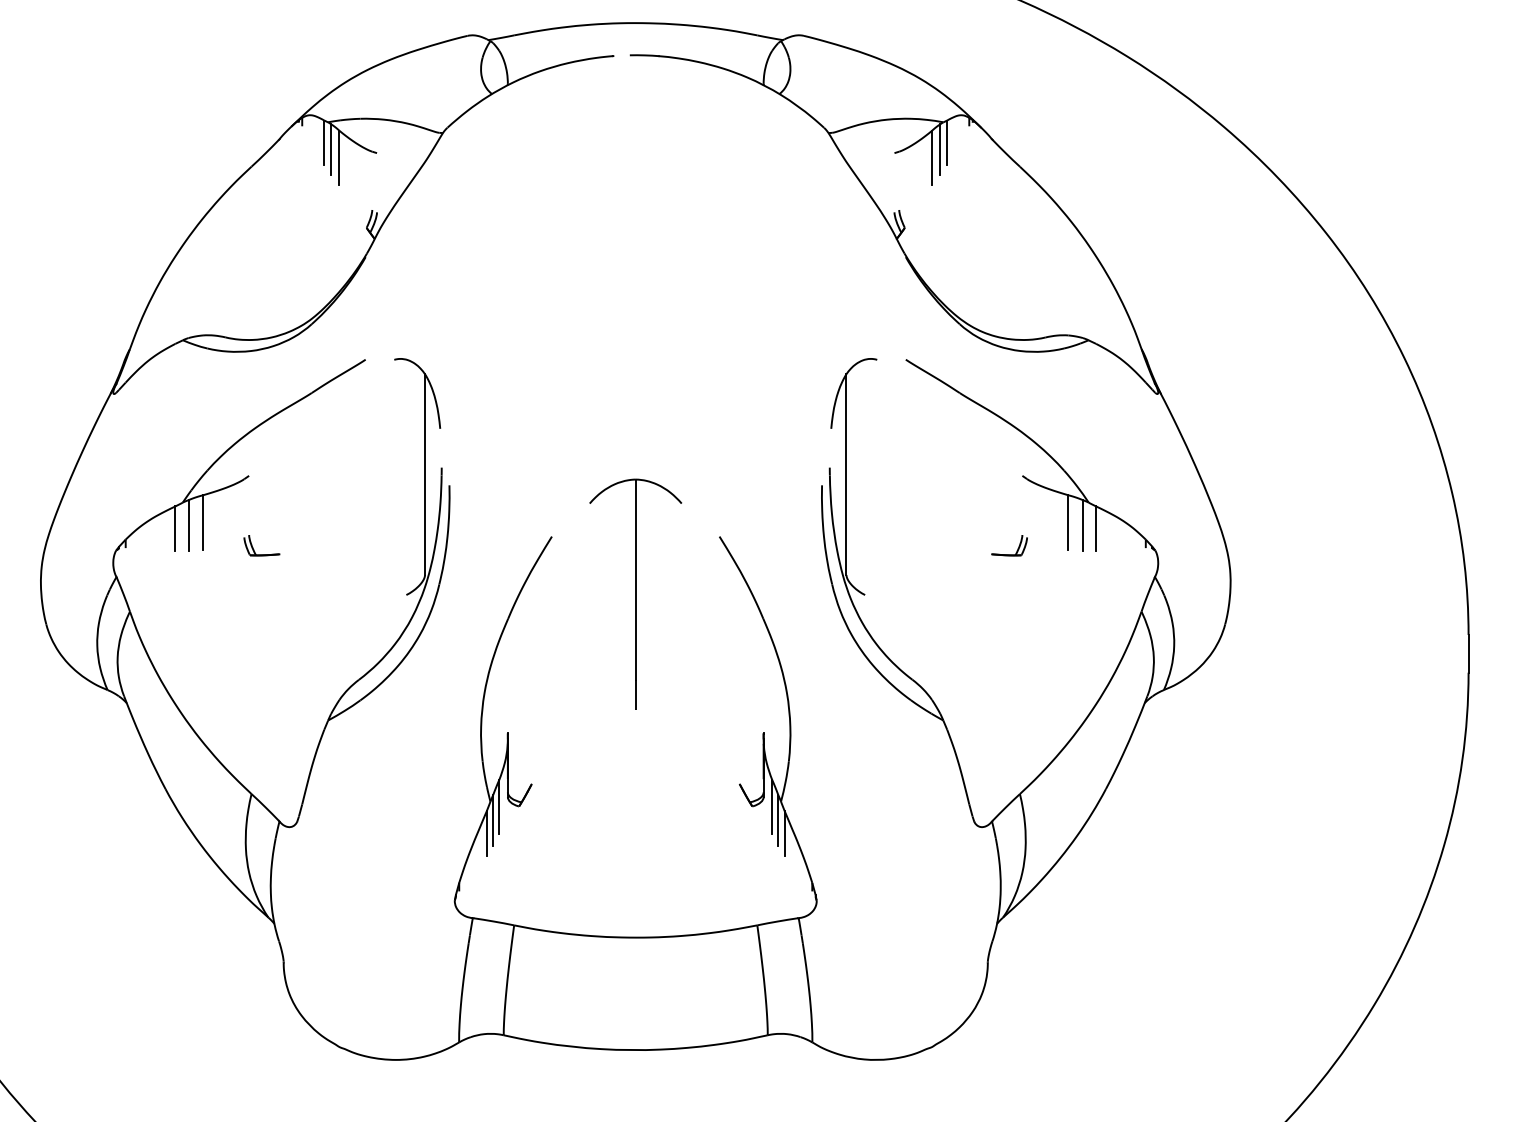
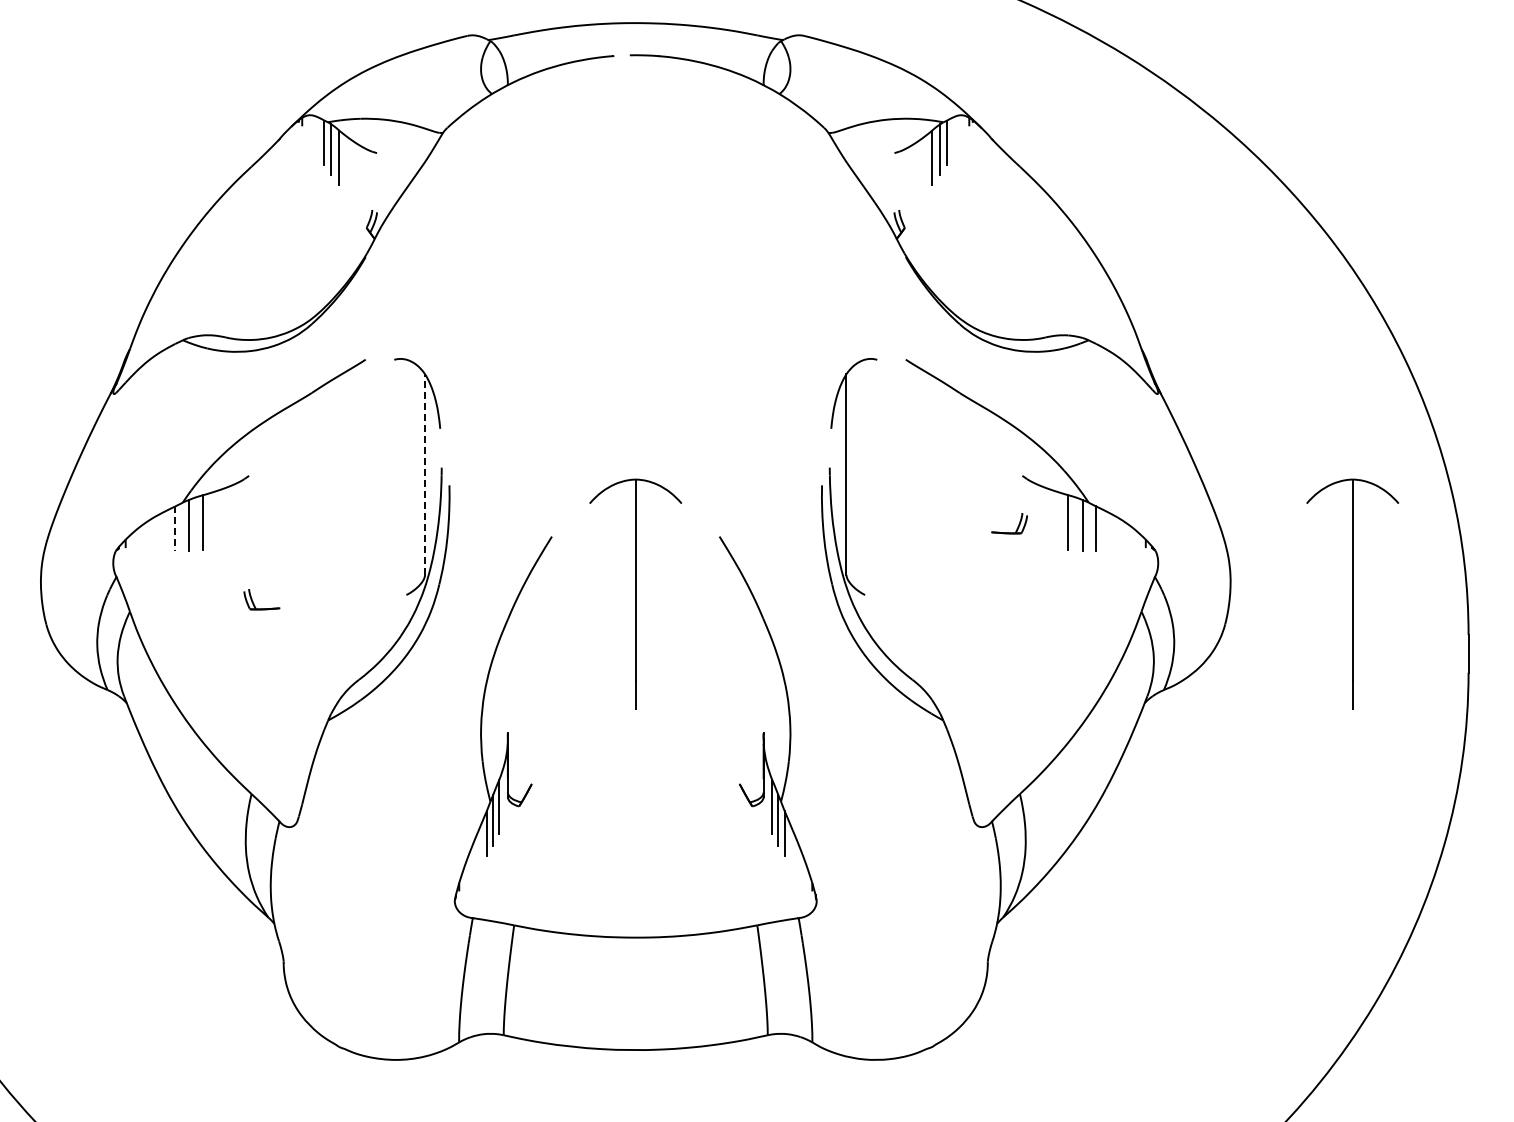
line at (425, 474): solid -> dashed
line at (175, 529): solid -> dashed
part at (1017, 548) position: (1017, 548) -> (1017, 526)
part at (254, 549) position: (254, 549) -> (254, 603)
part at (1352, 593): none -> present
